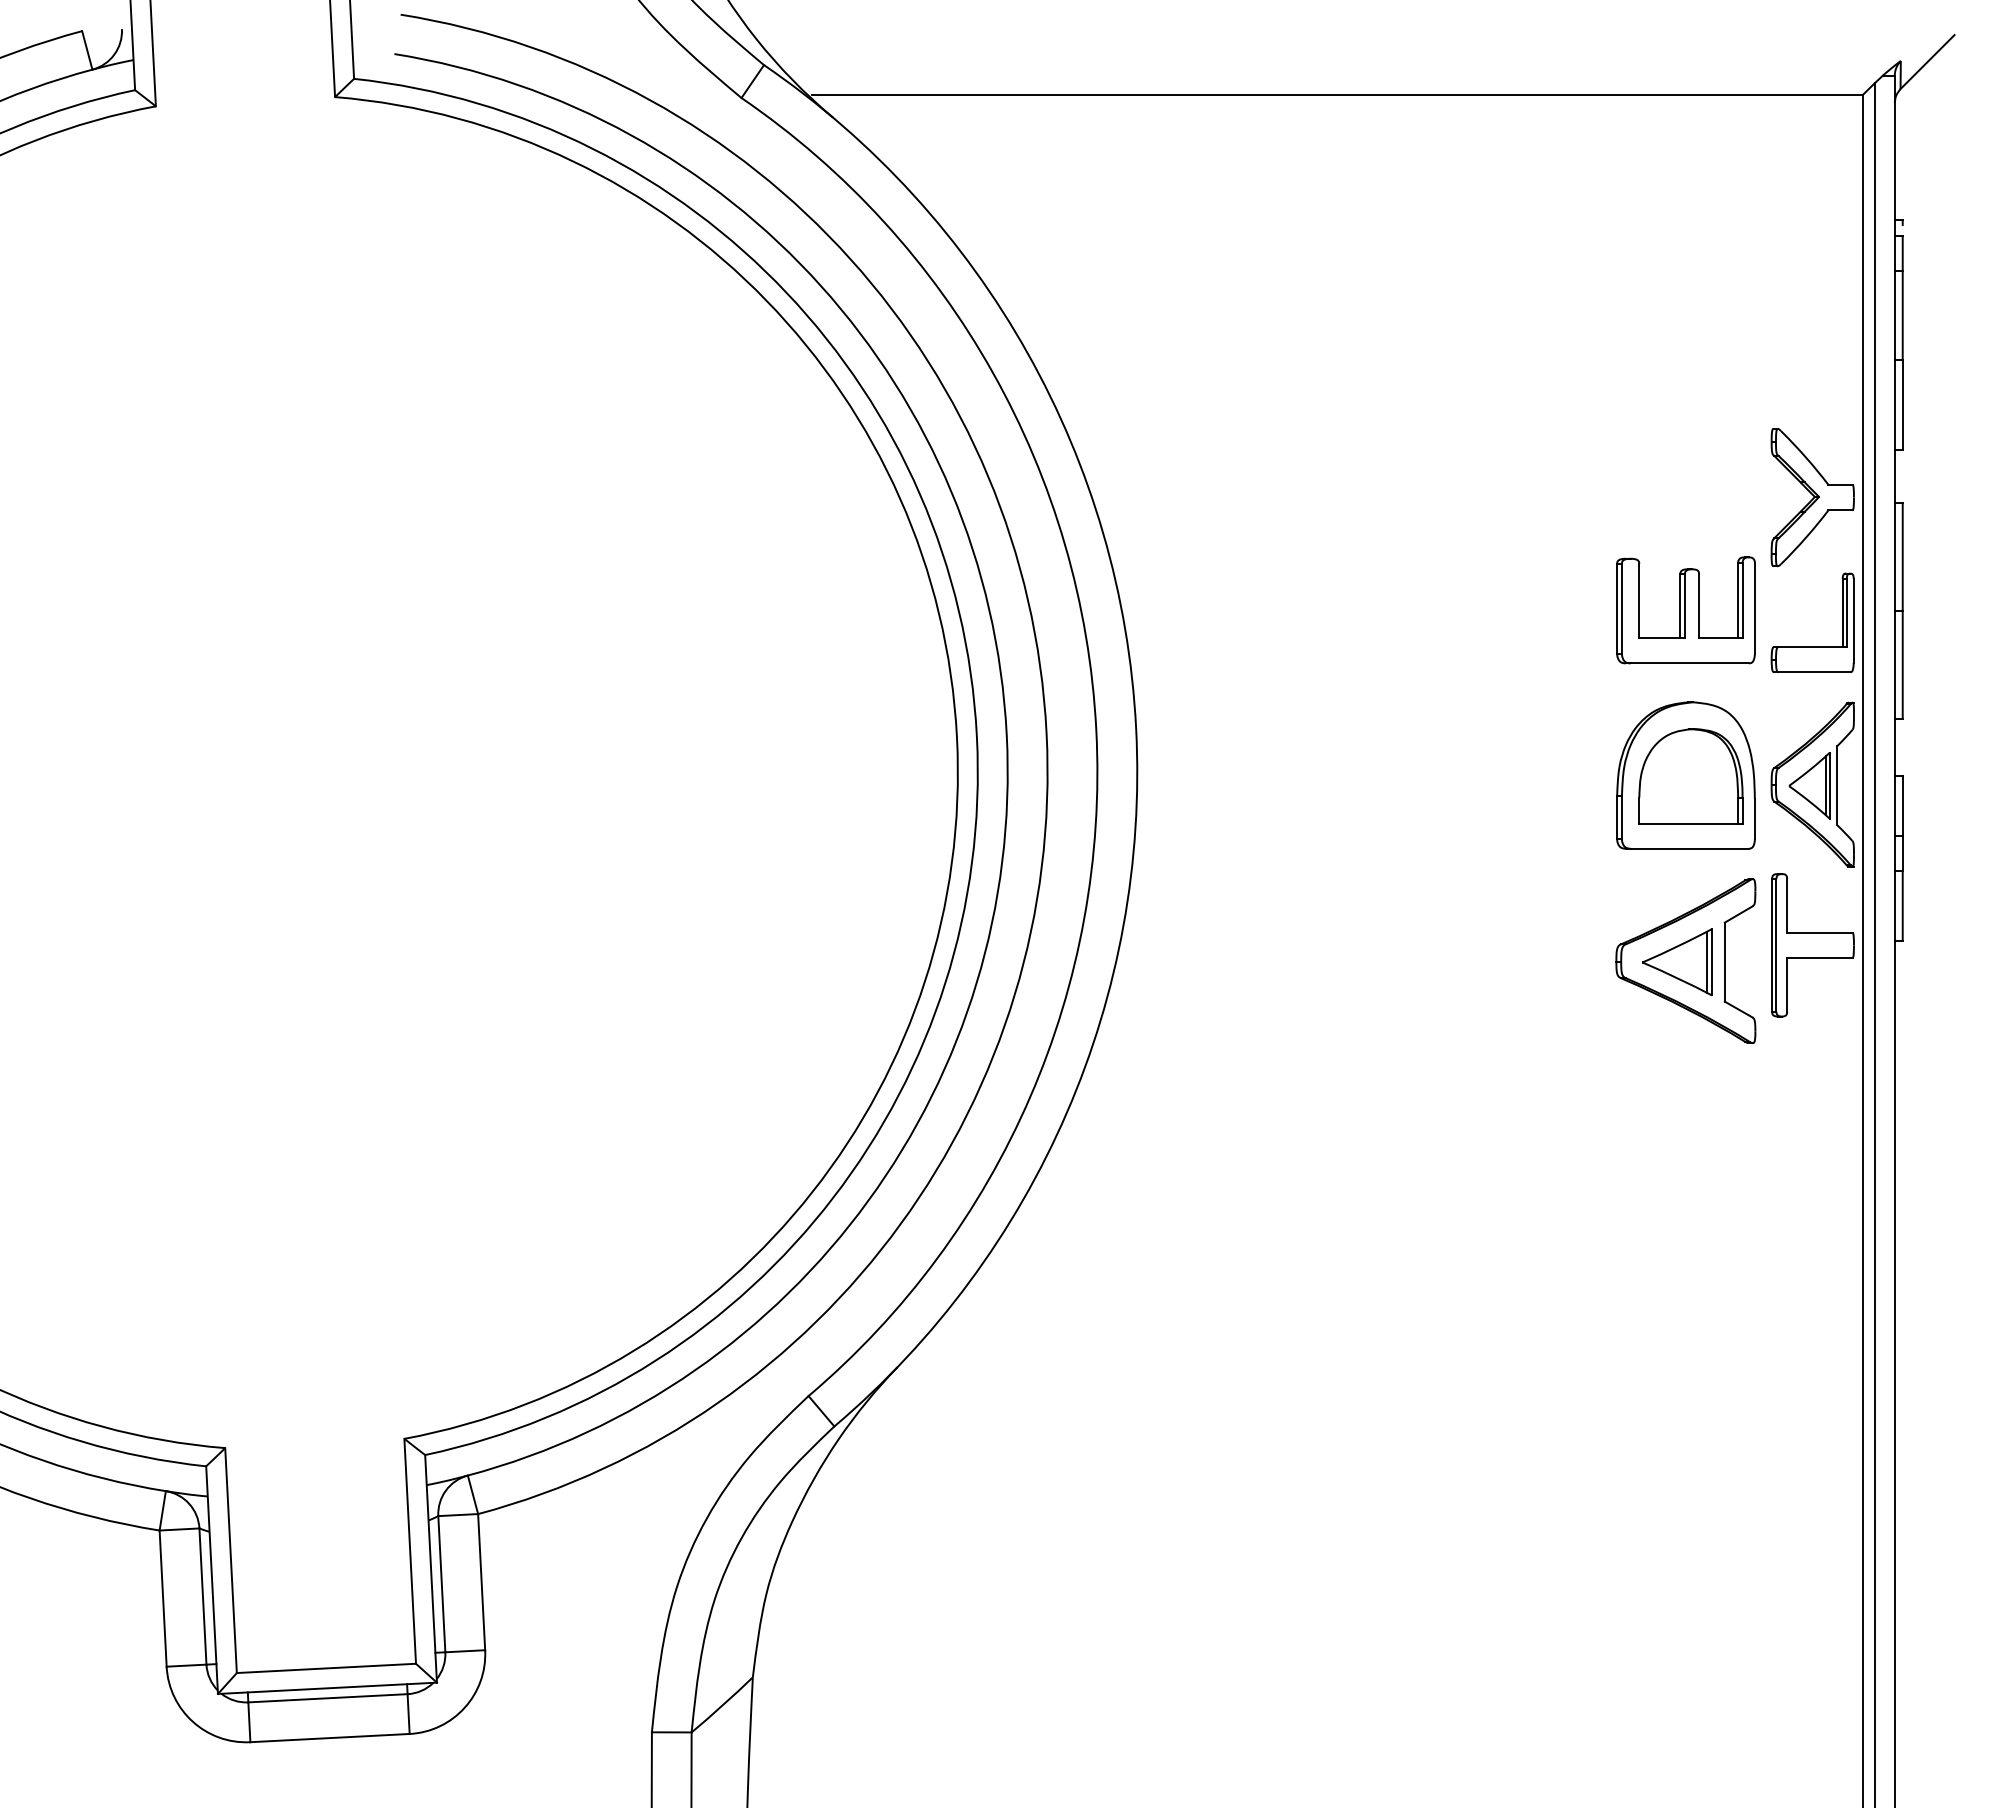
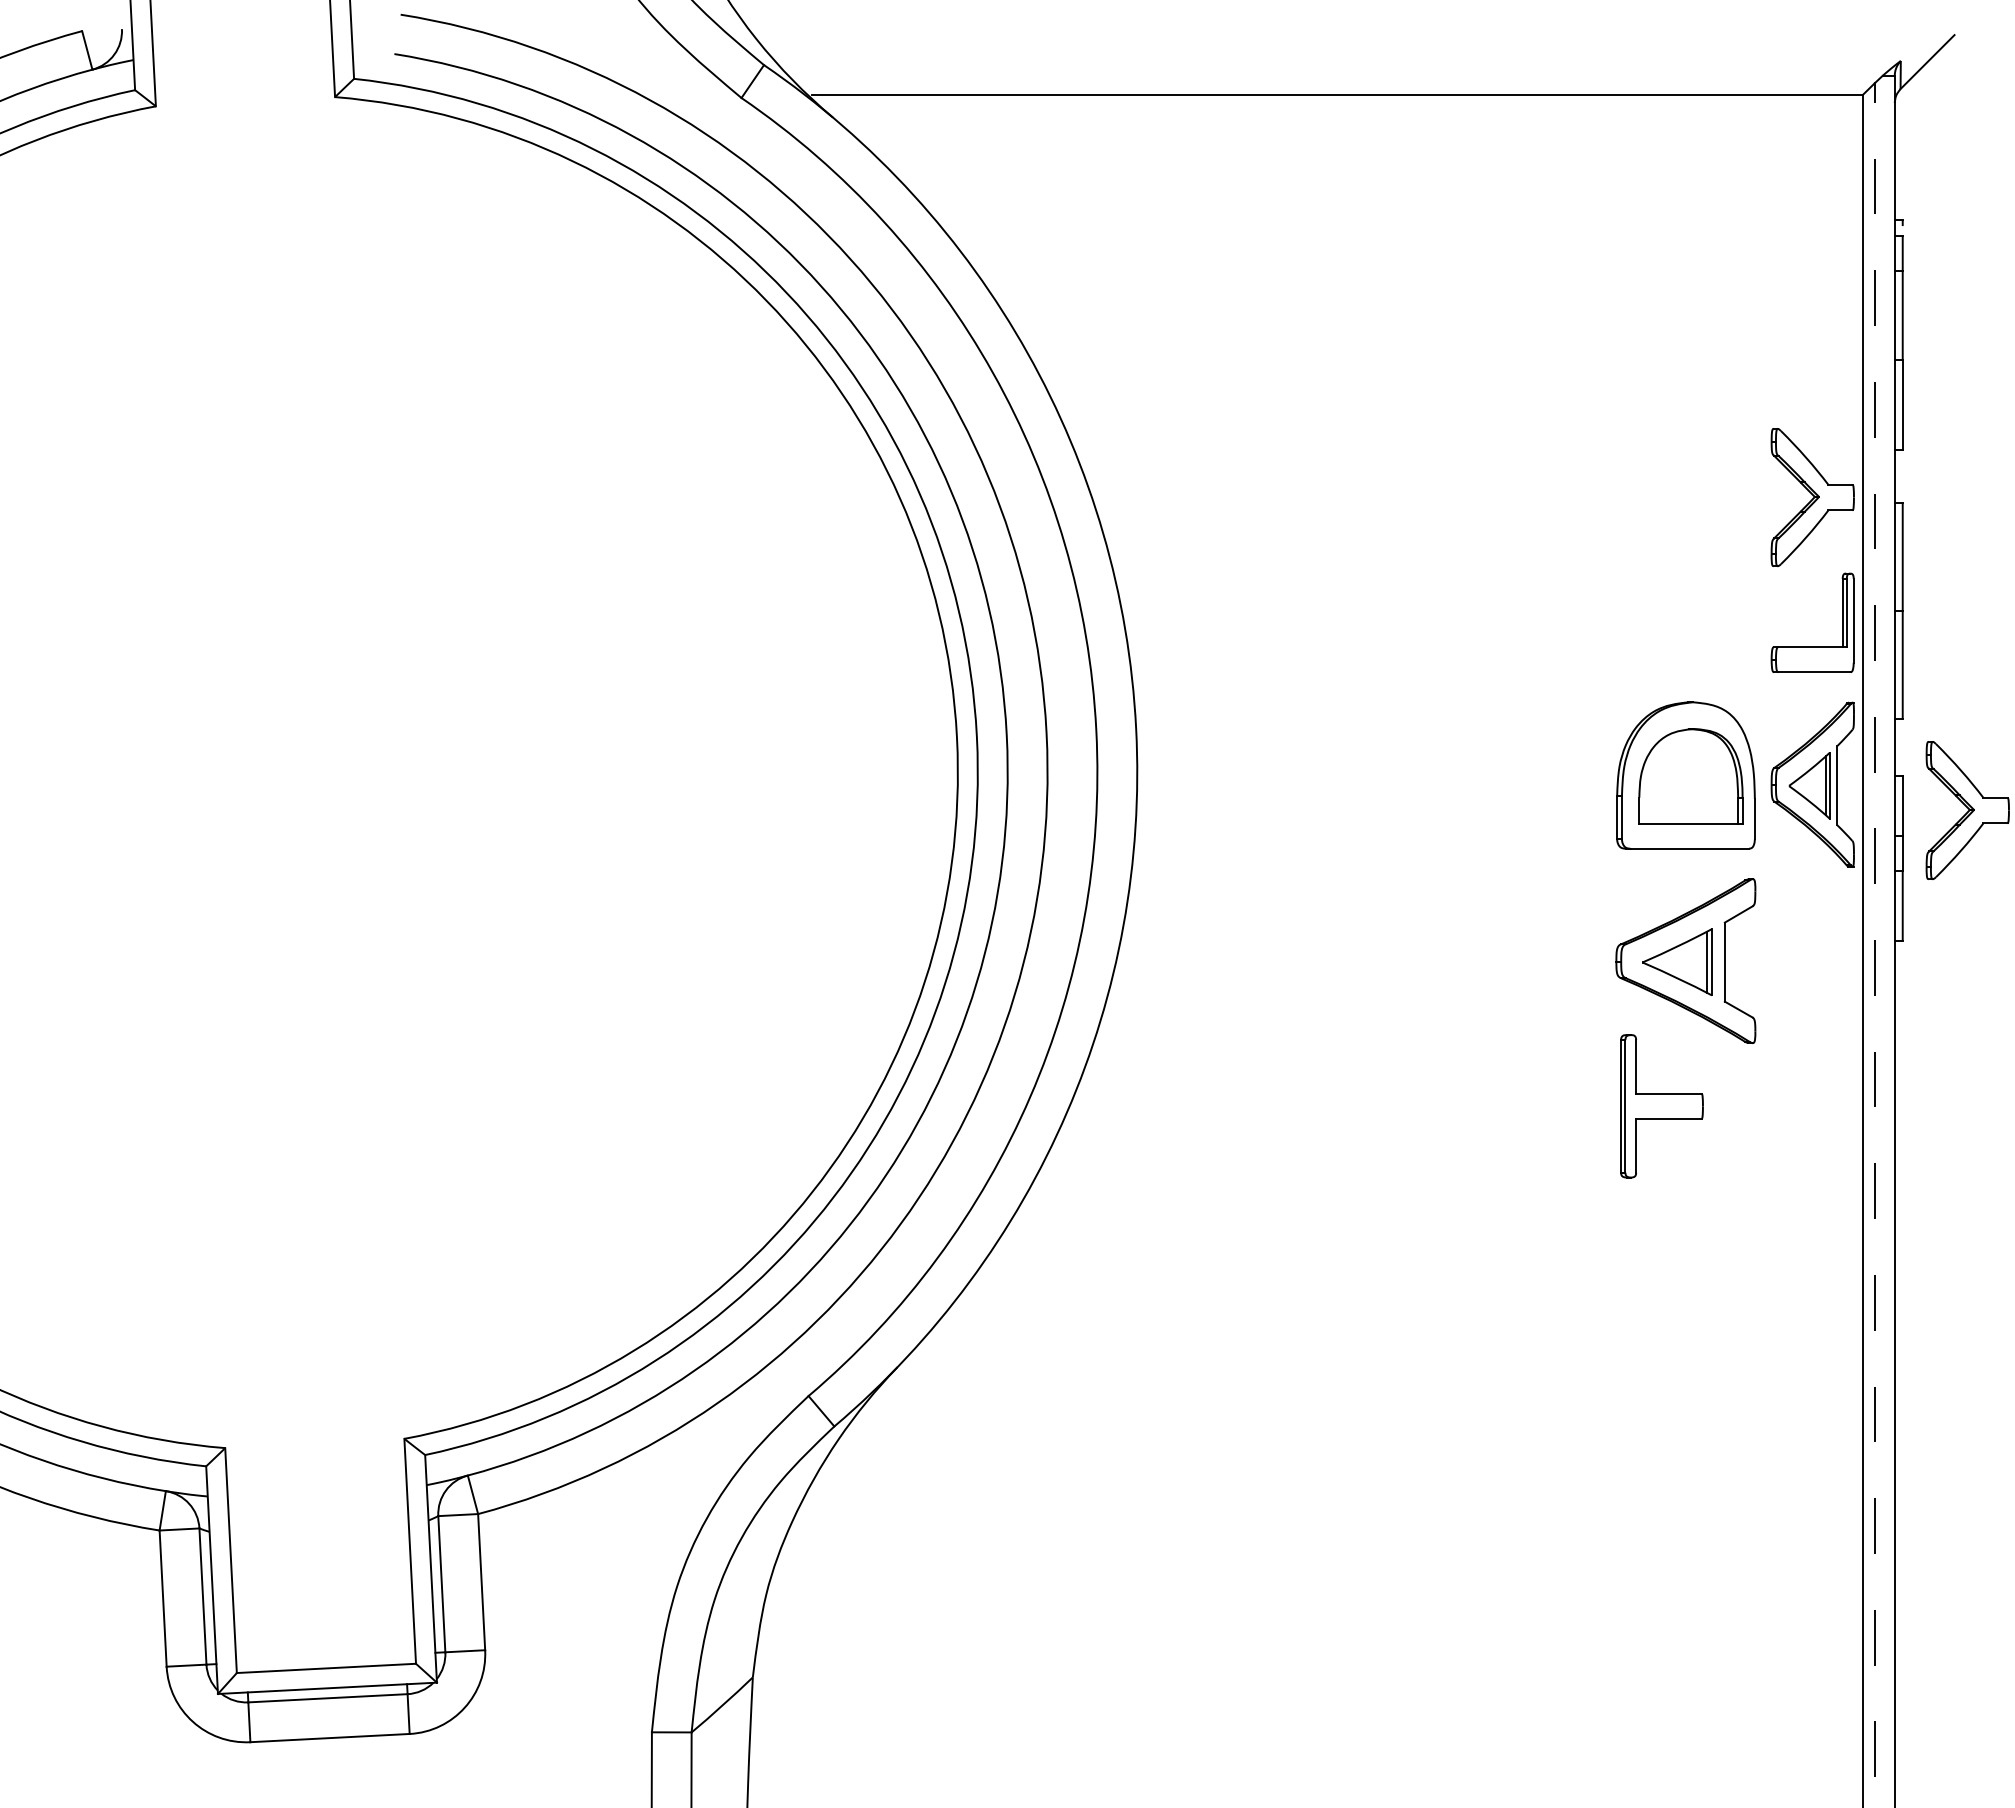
part at (1685, 610): present -> none
part at (1967, 810): none -> present
part at (1812, 945) position: (1812, 945) -> (1661, 1106)
line at (1874, 945): solid -> dashed
